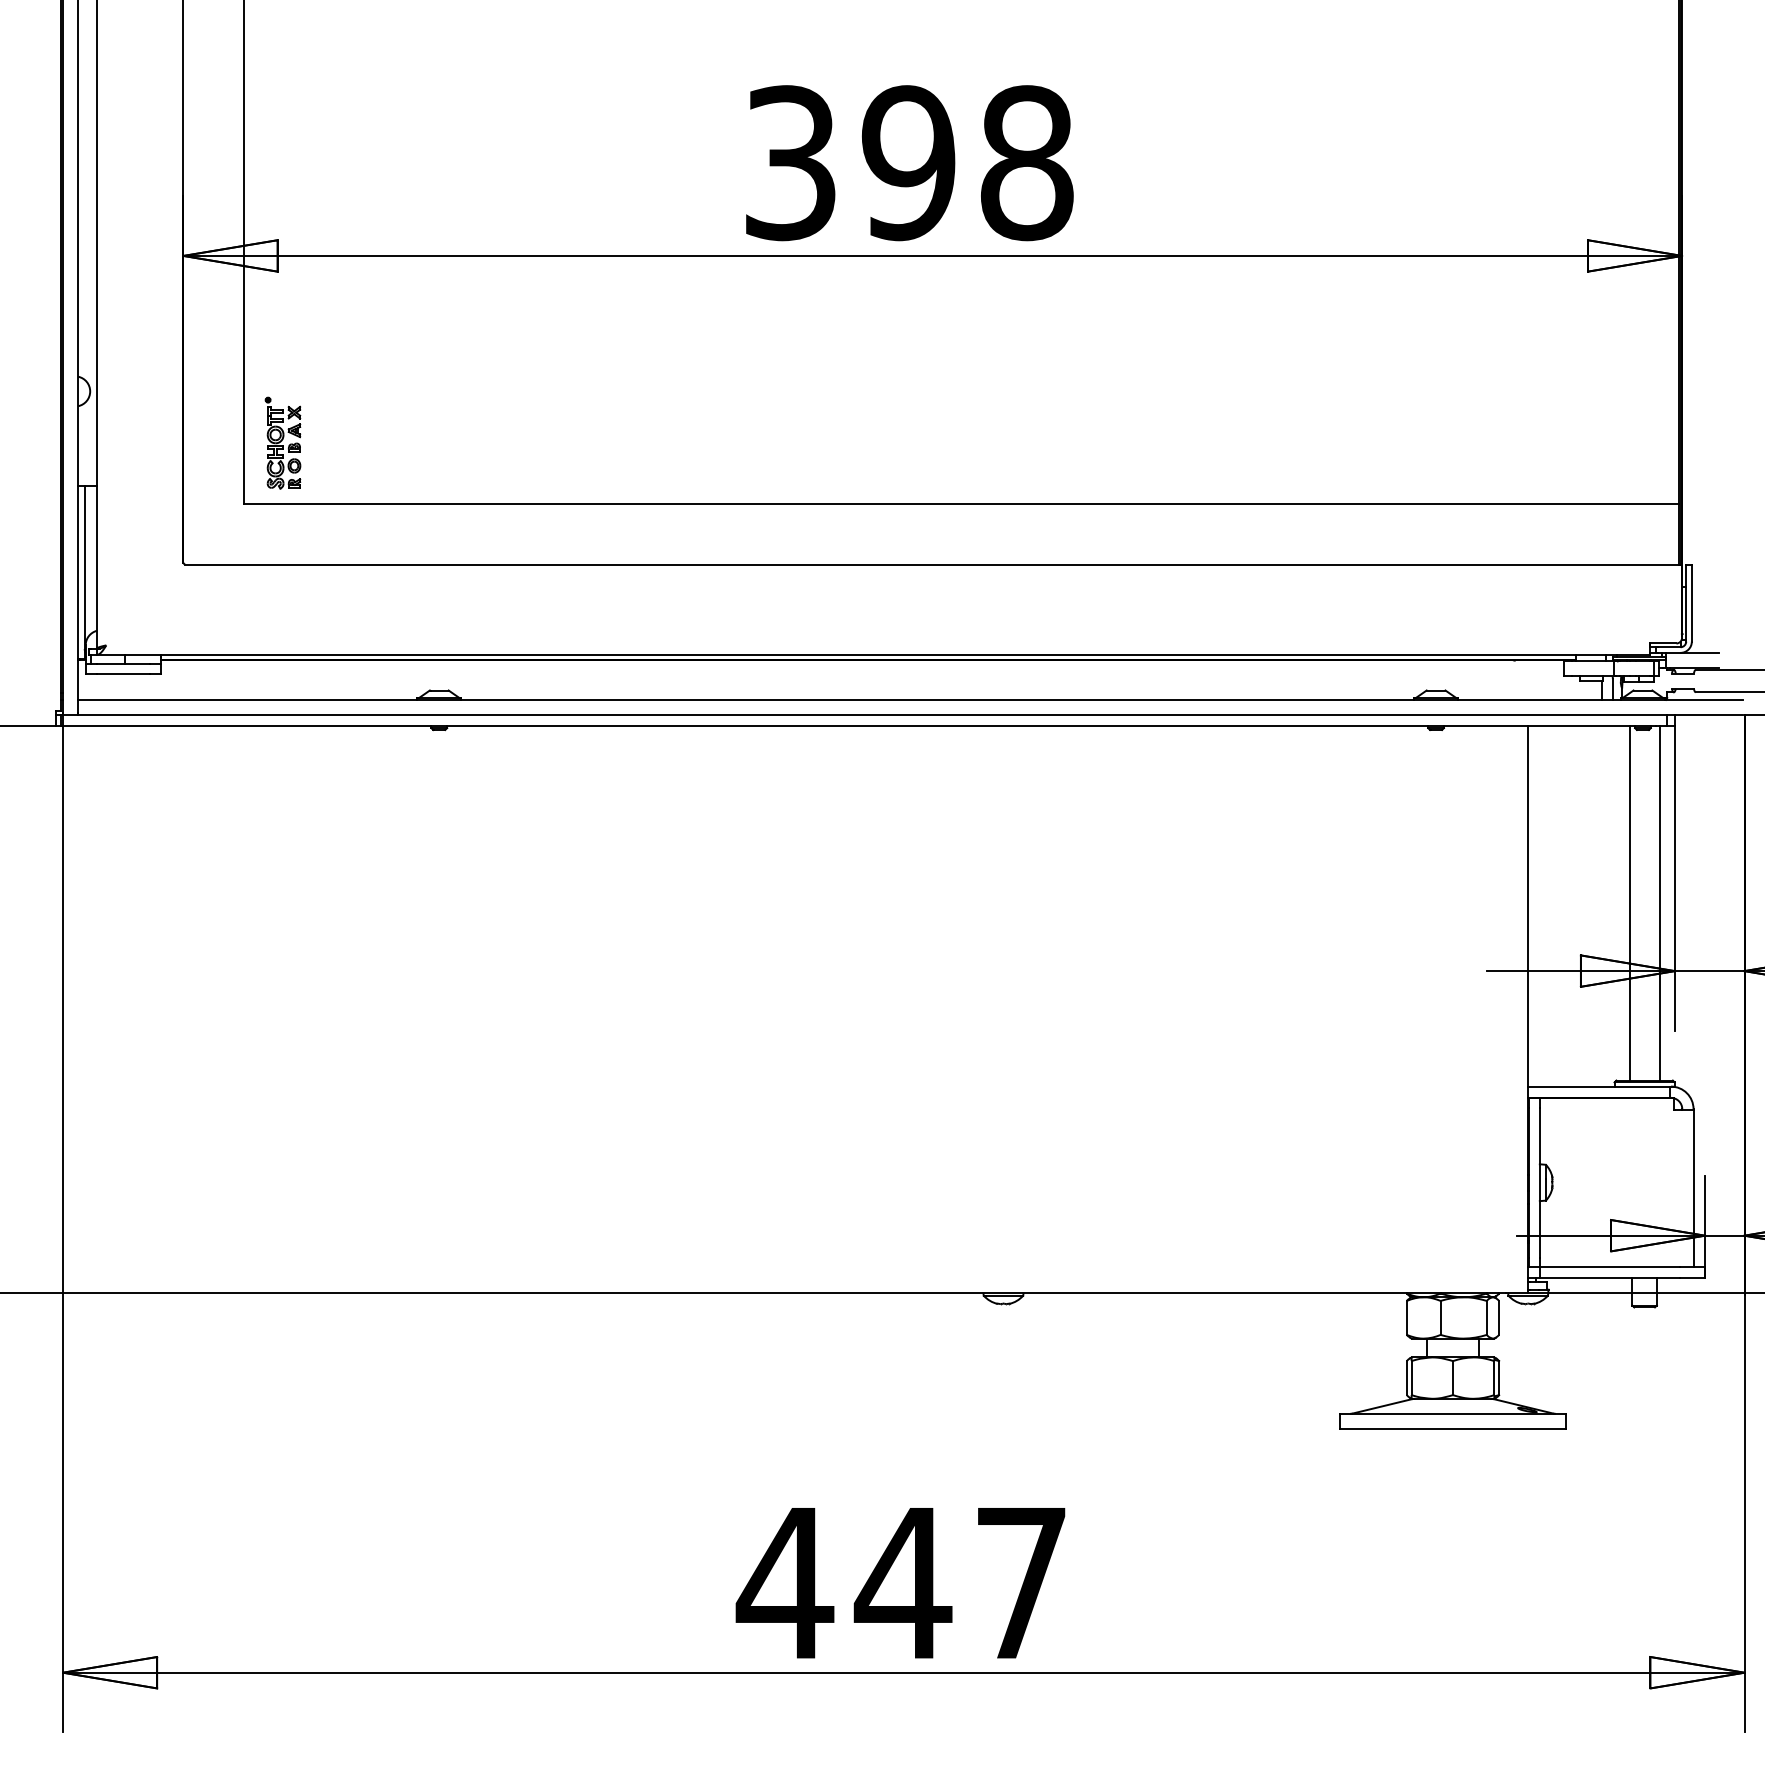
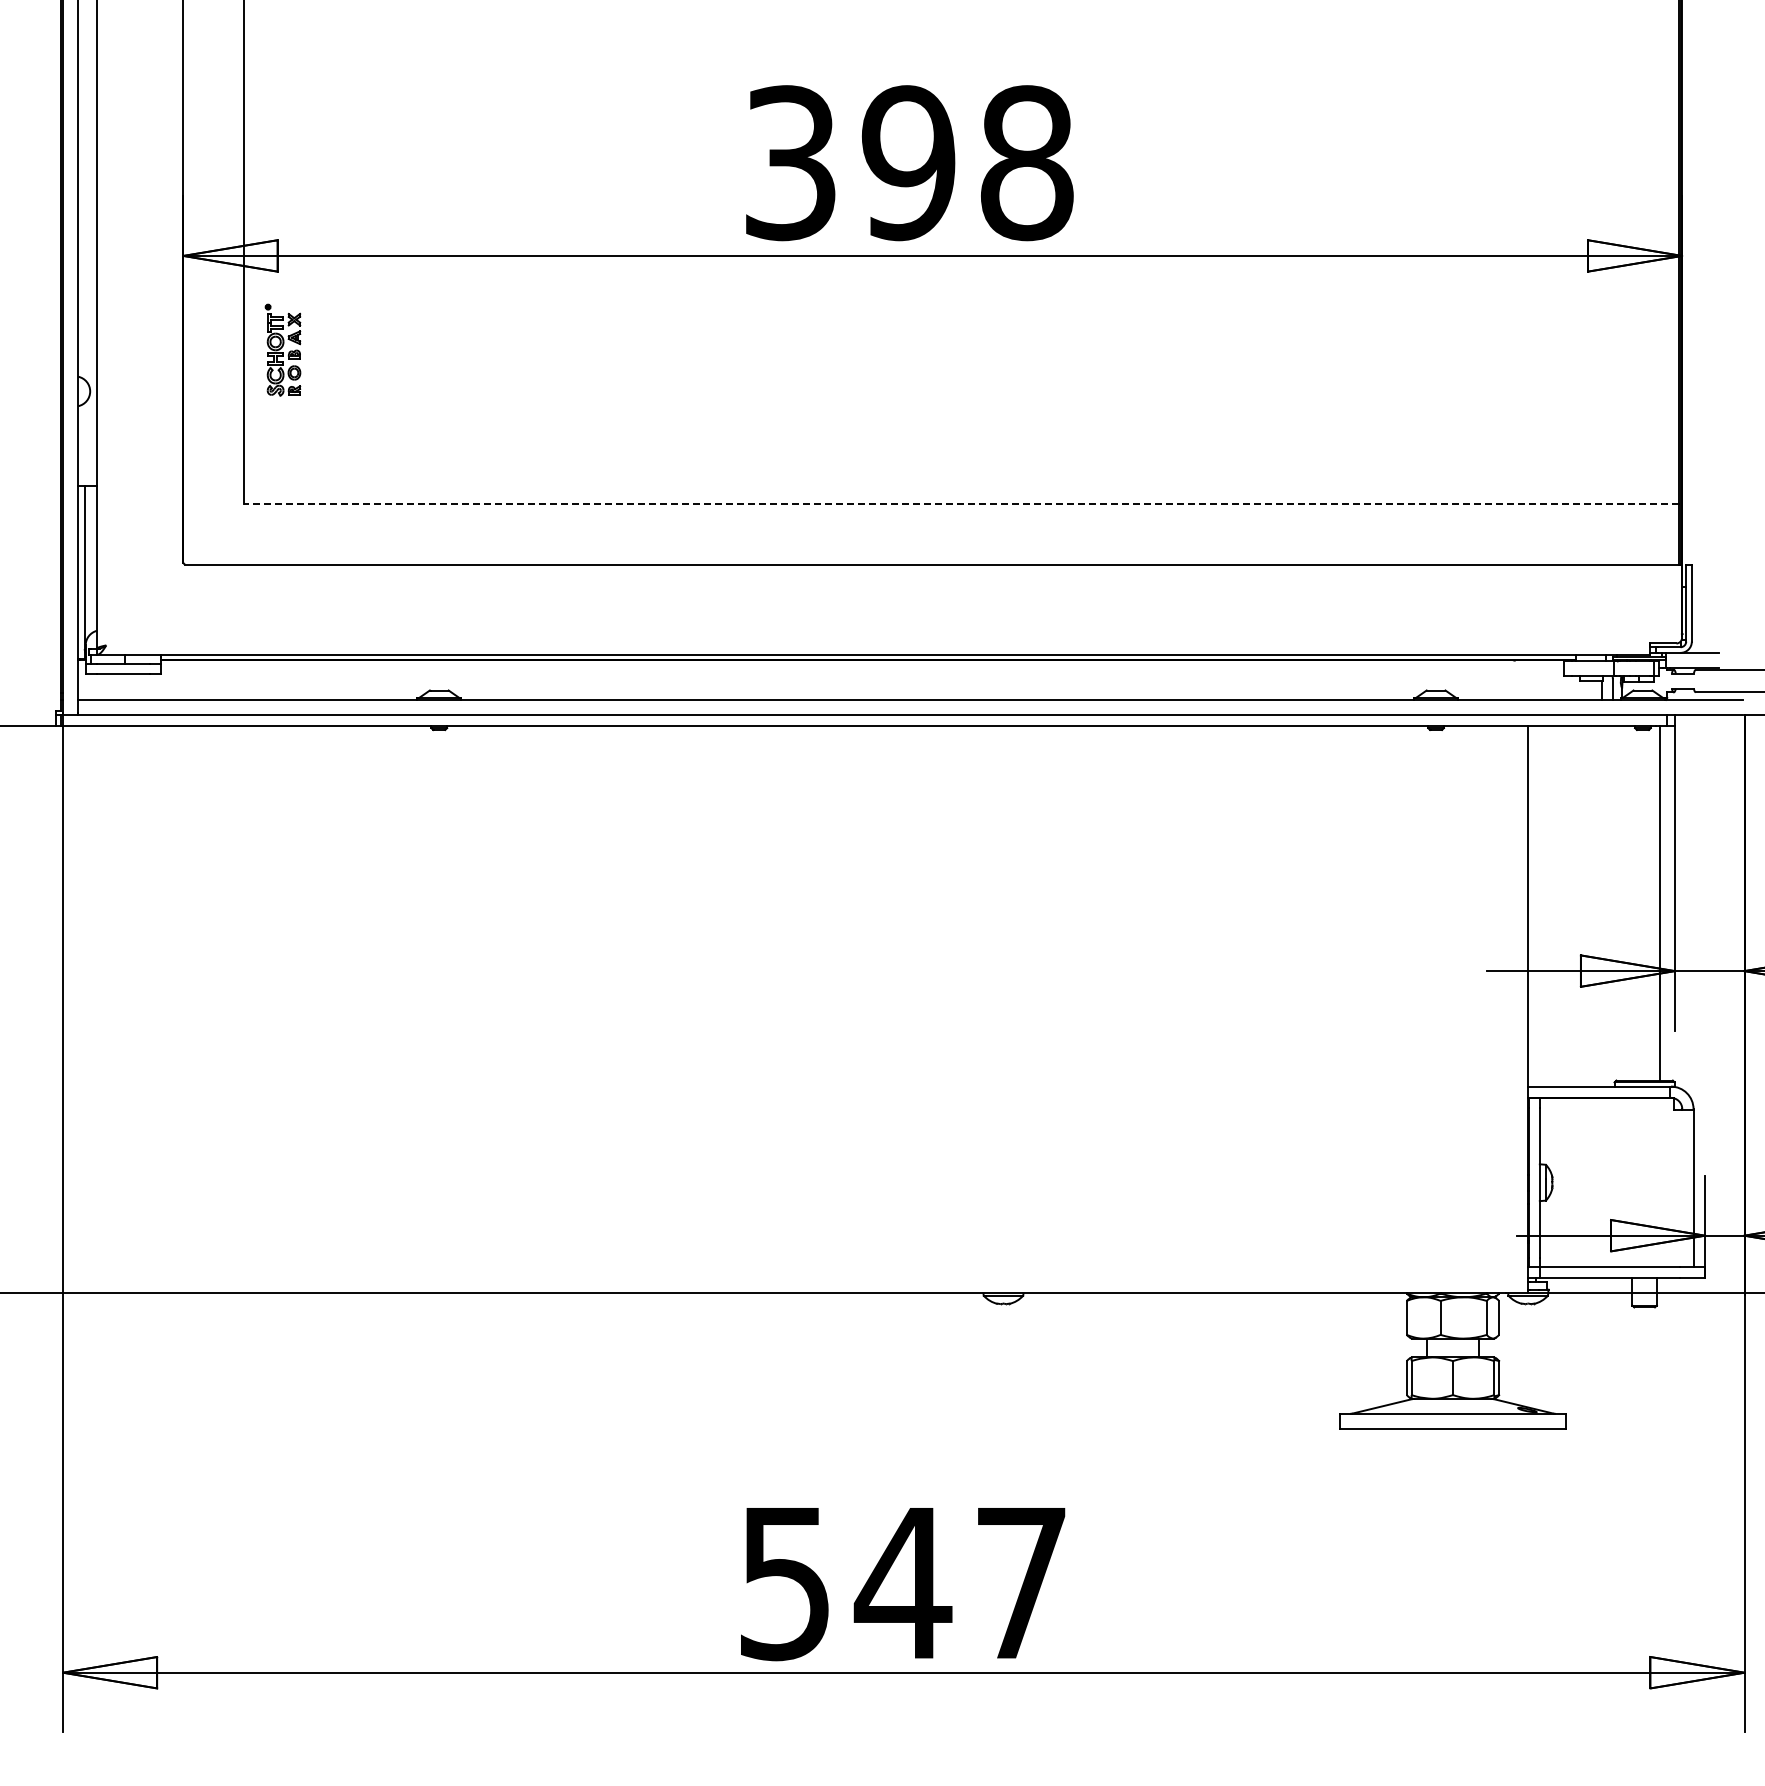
part at (282, 442) position: (282, 442) -> (282, 349)
line at (961, 504): solid -> dashed
line at (1629, 903): present -> none
text at (784, 1584): 447 -> 547
